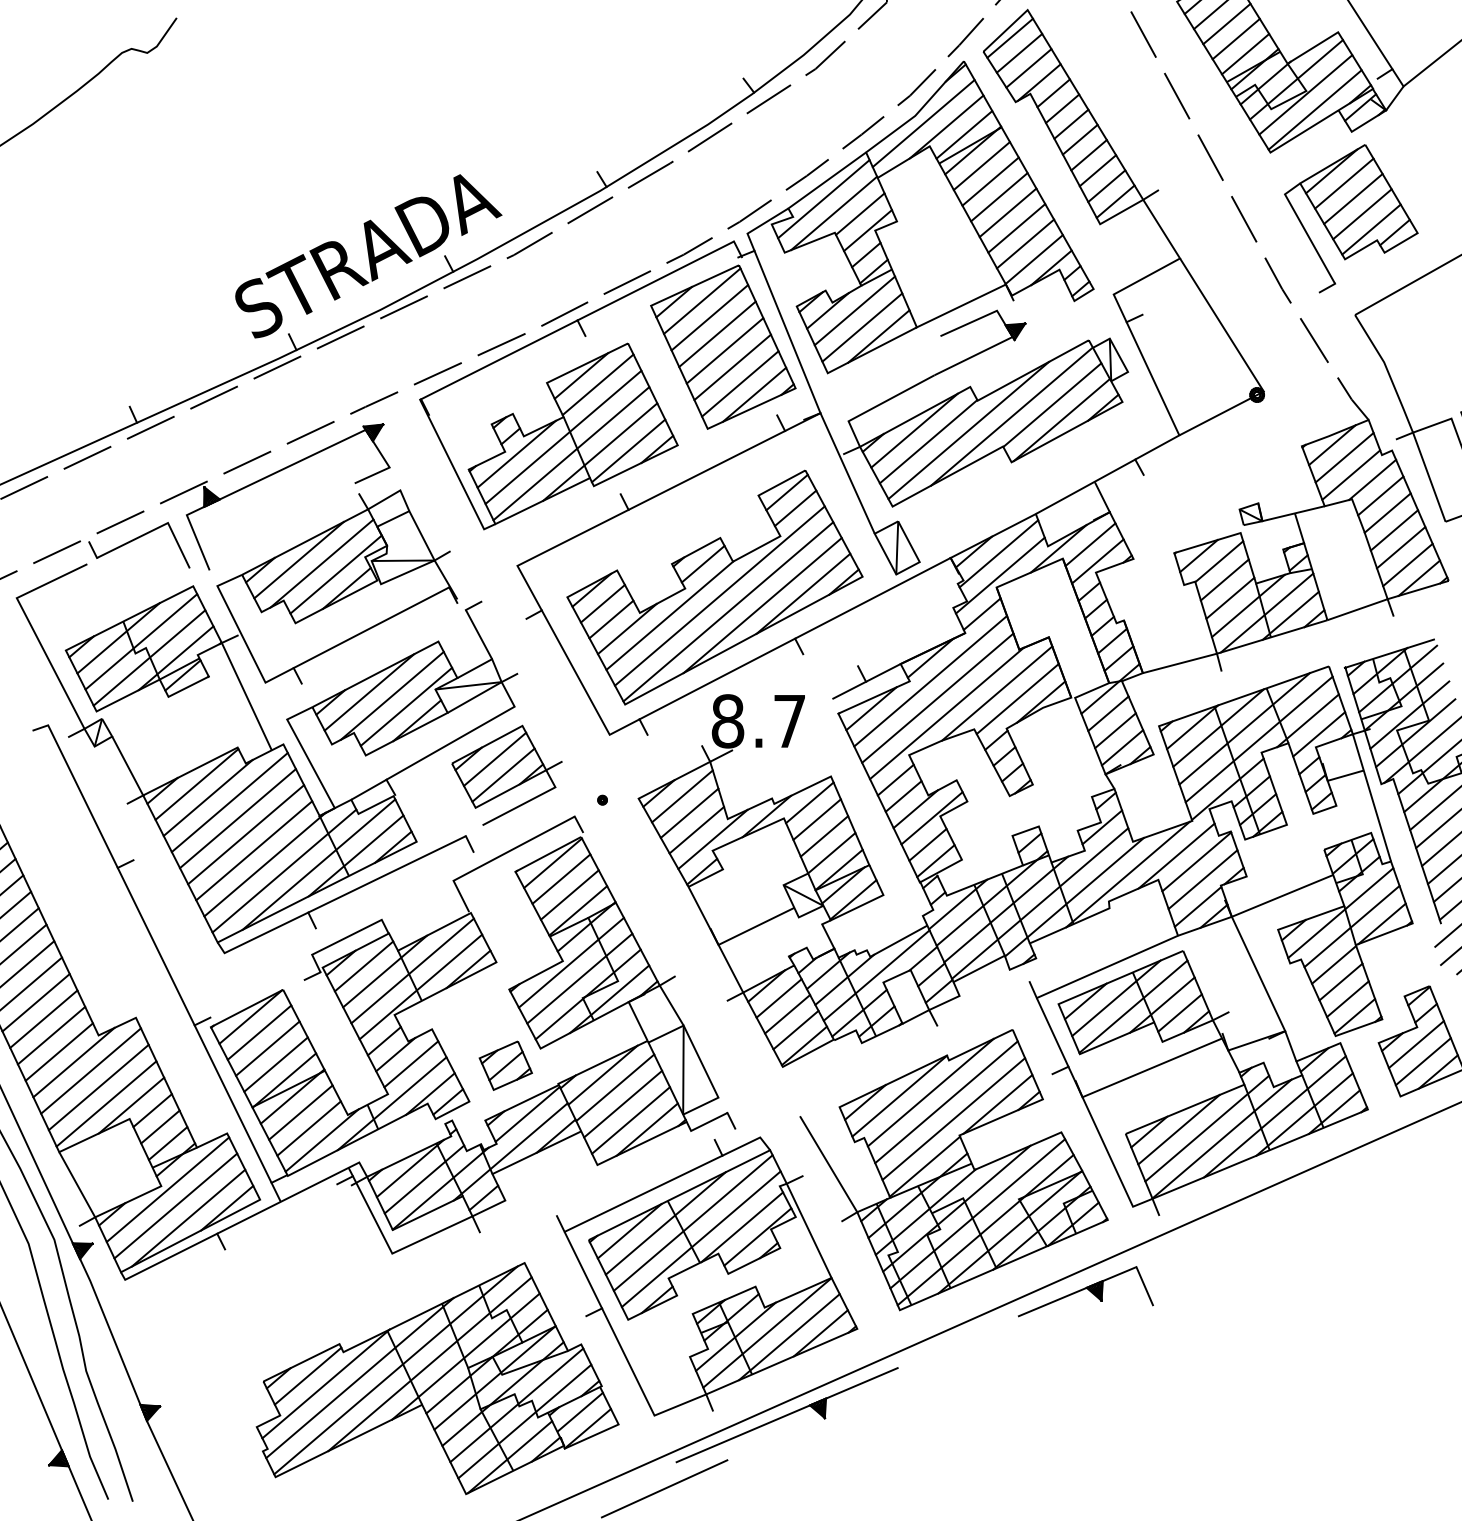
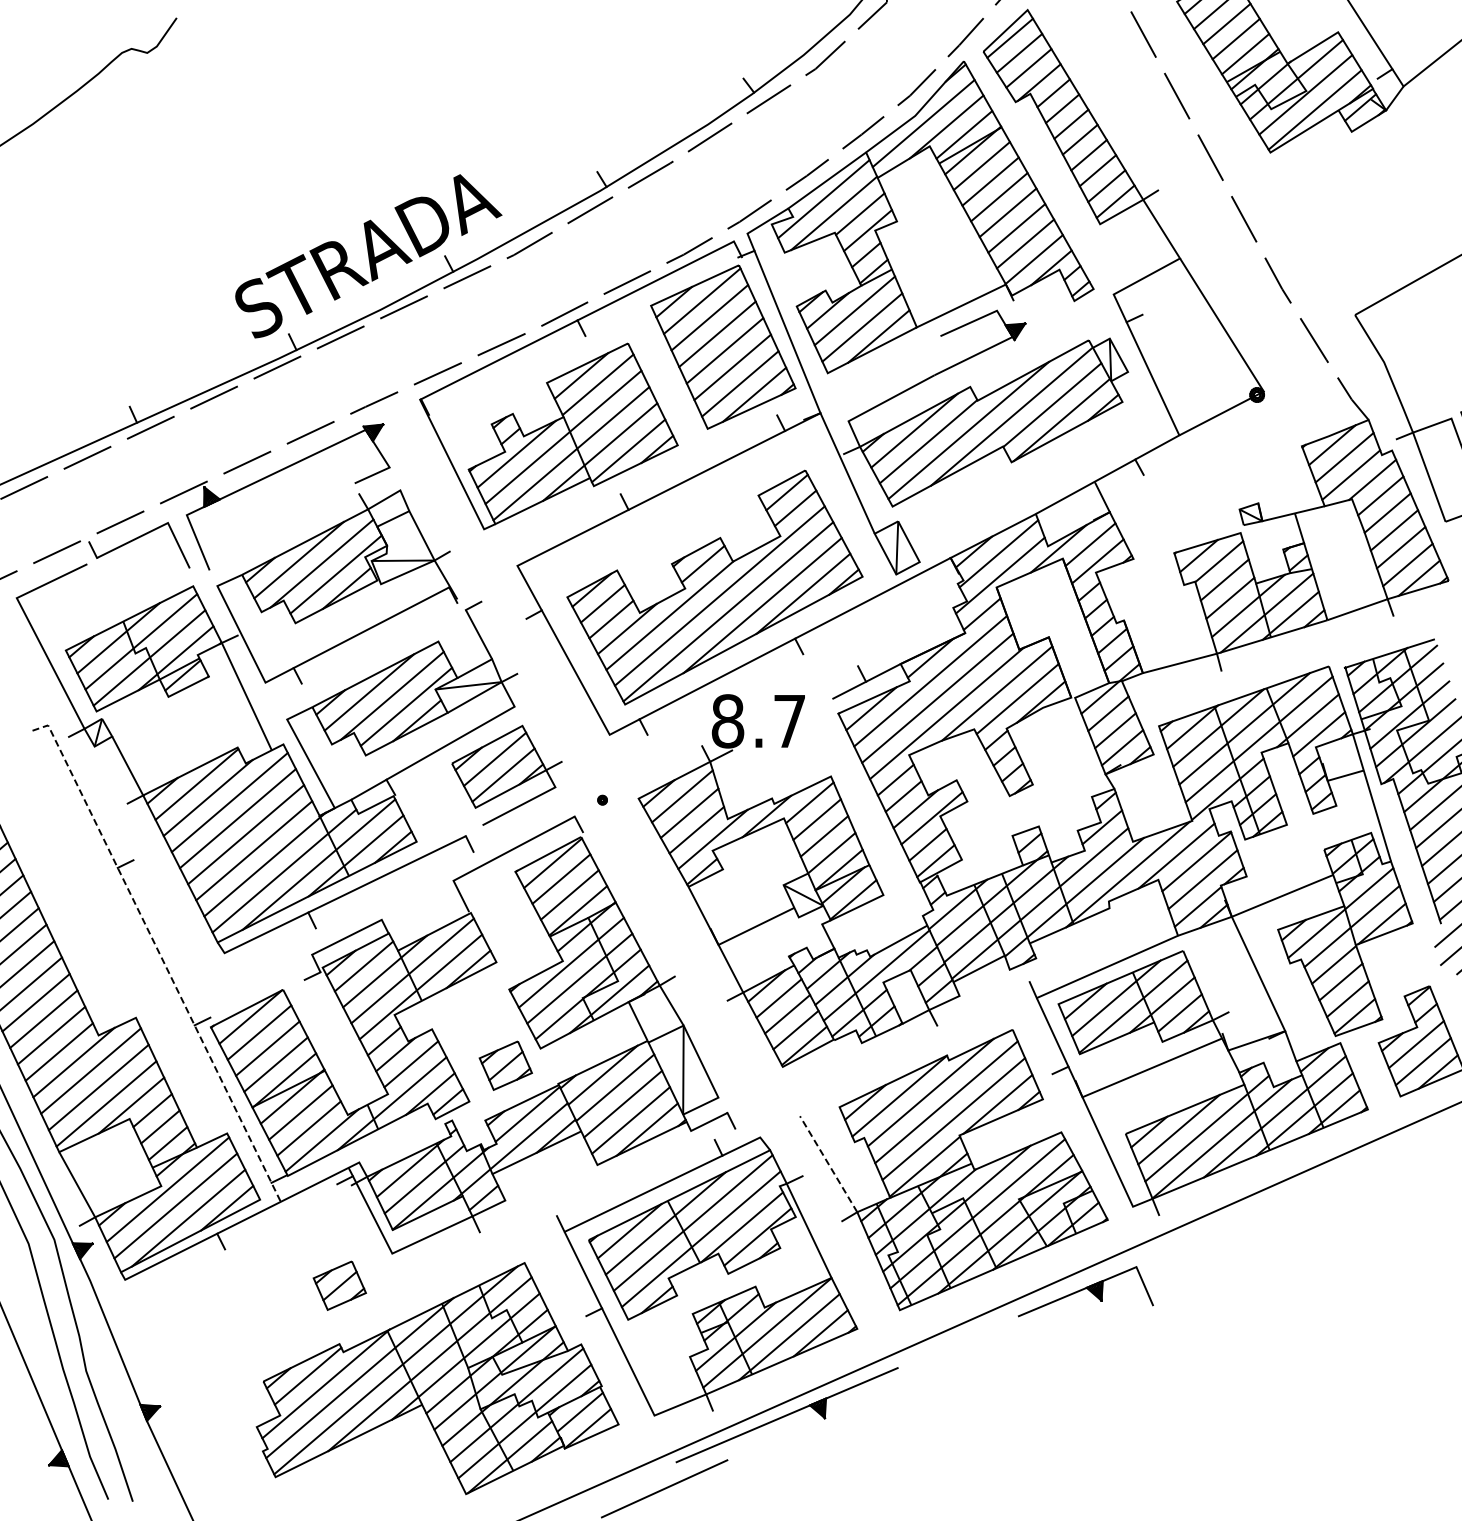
part at (1351, 218): present -> none
line at (160, 955): solid -> dashed
line at (828, 1164): solid -> dashed
part at (339, 1285): none -> present
